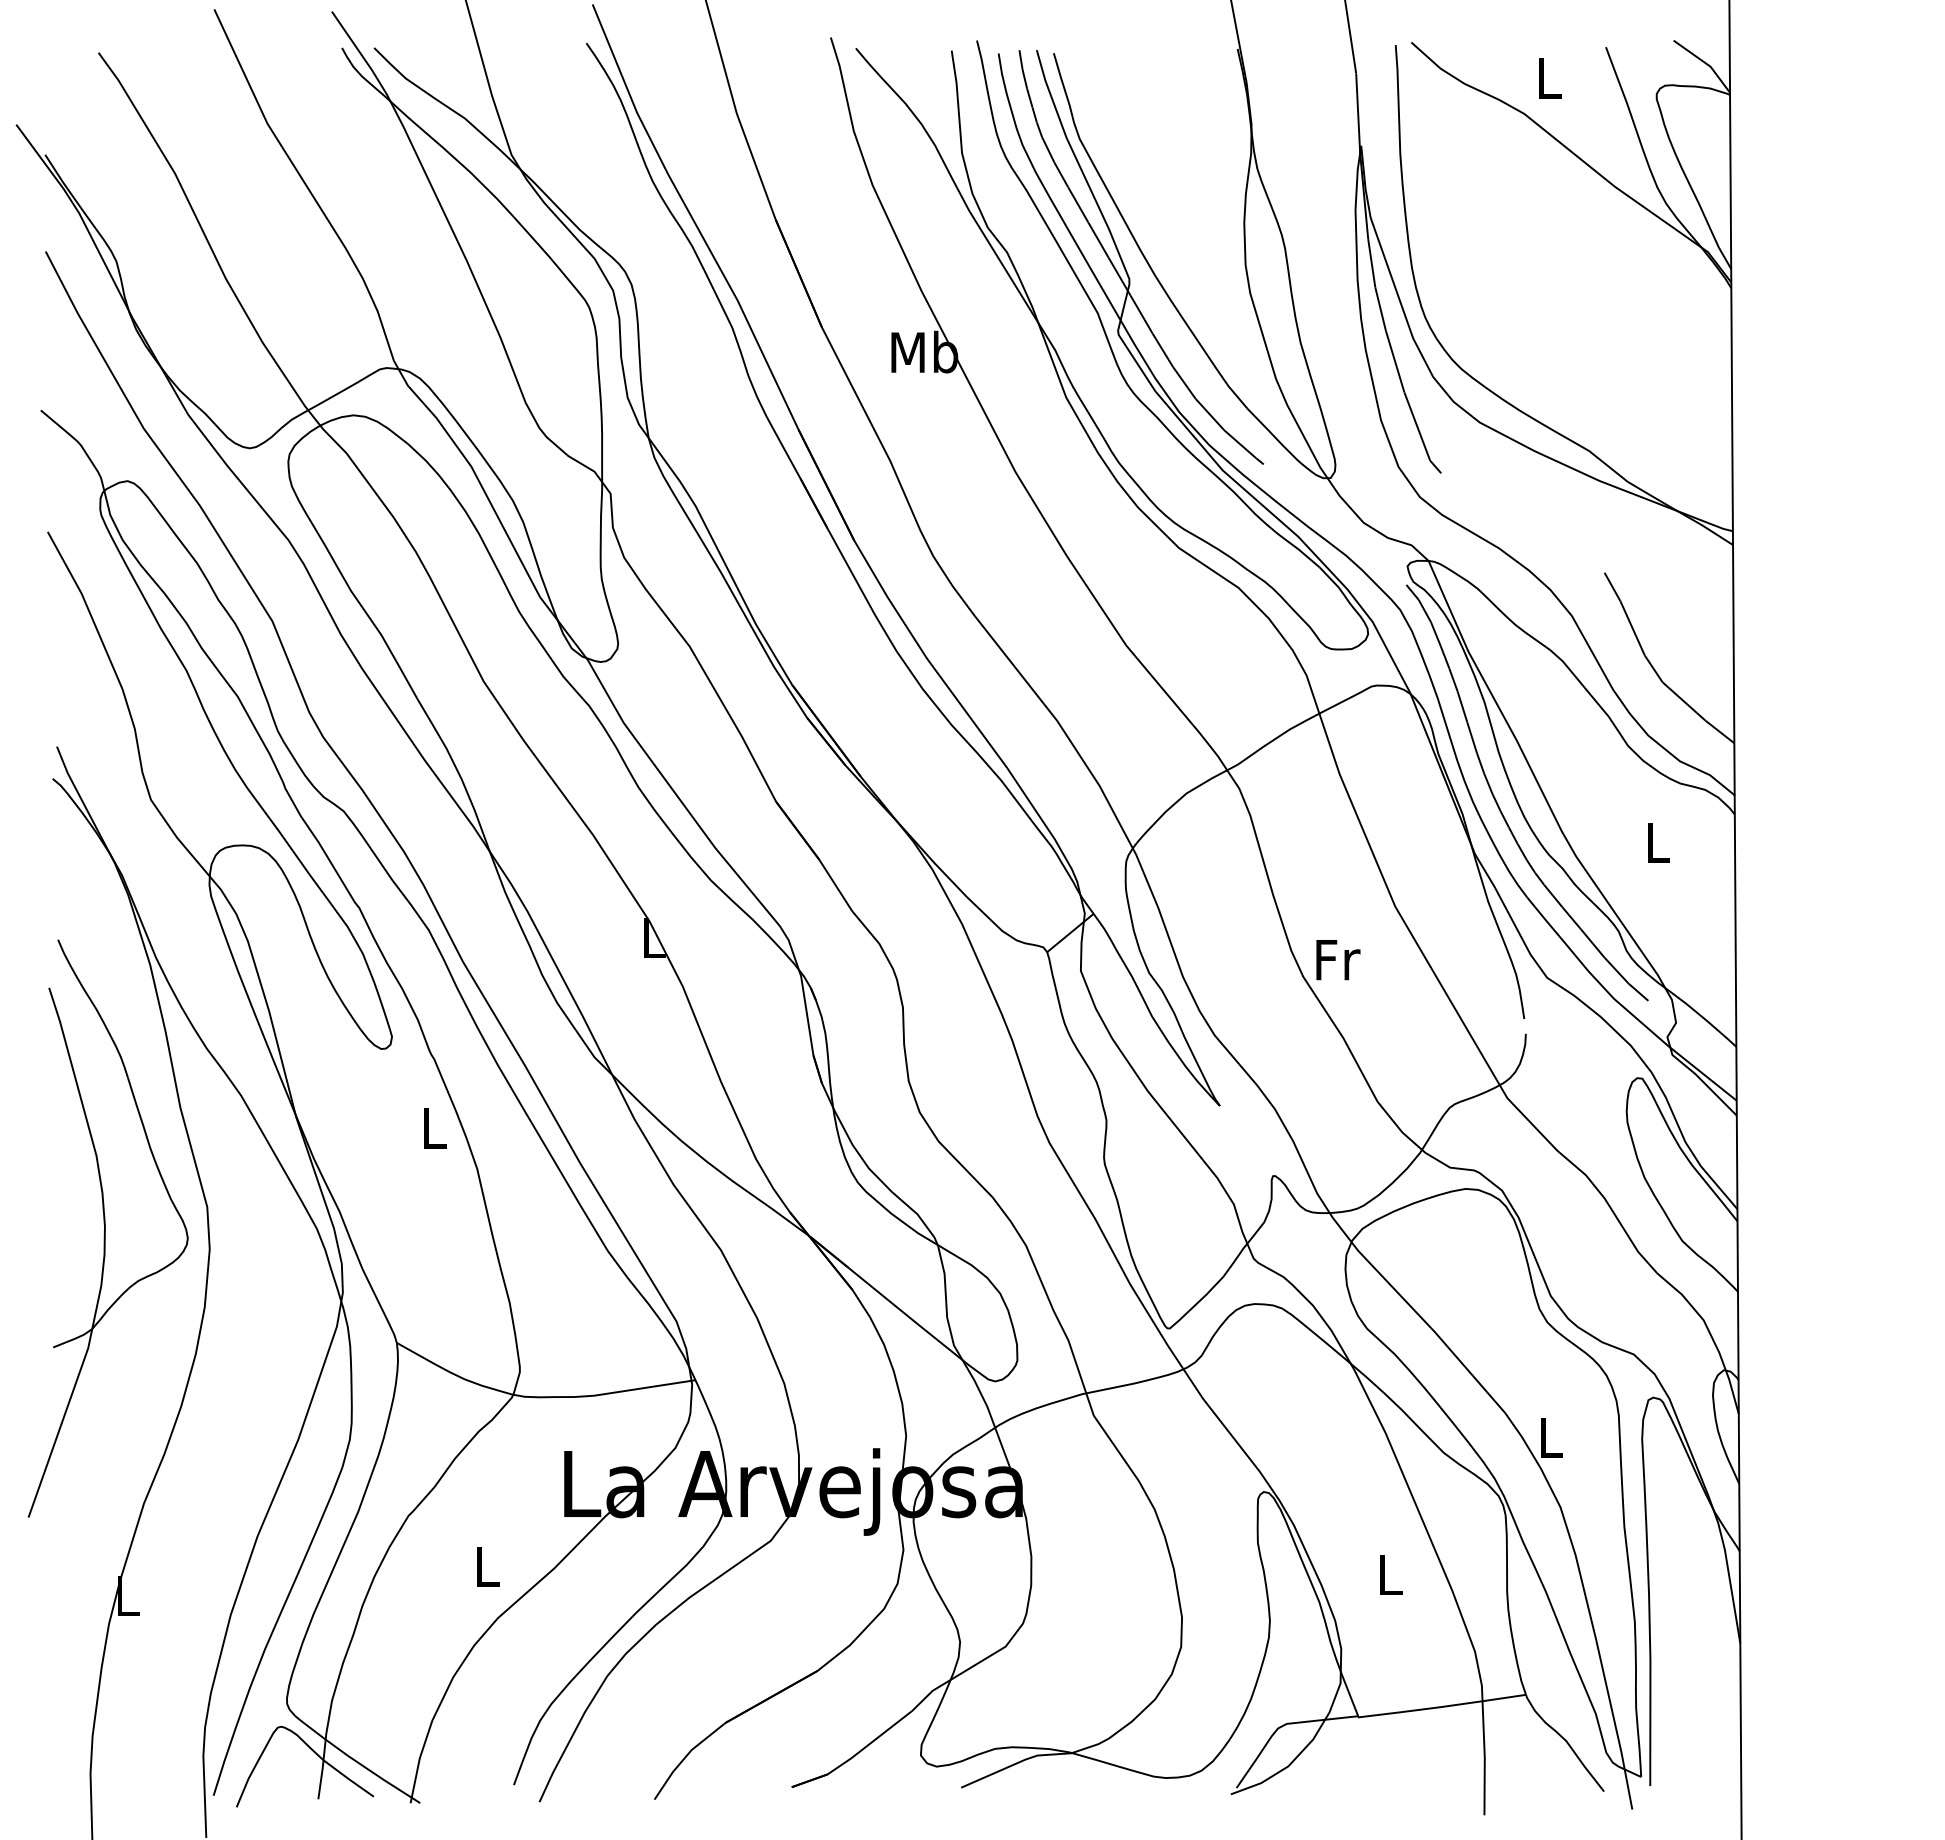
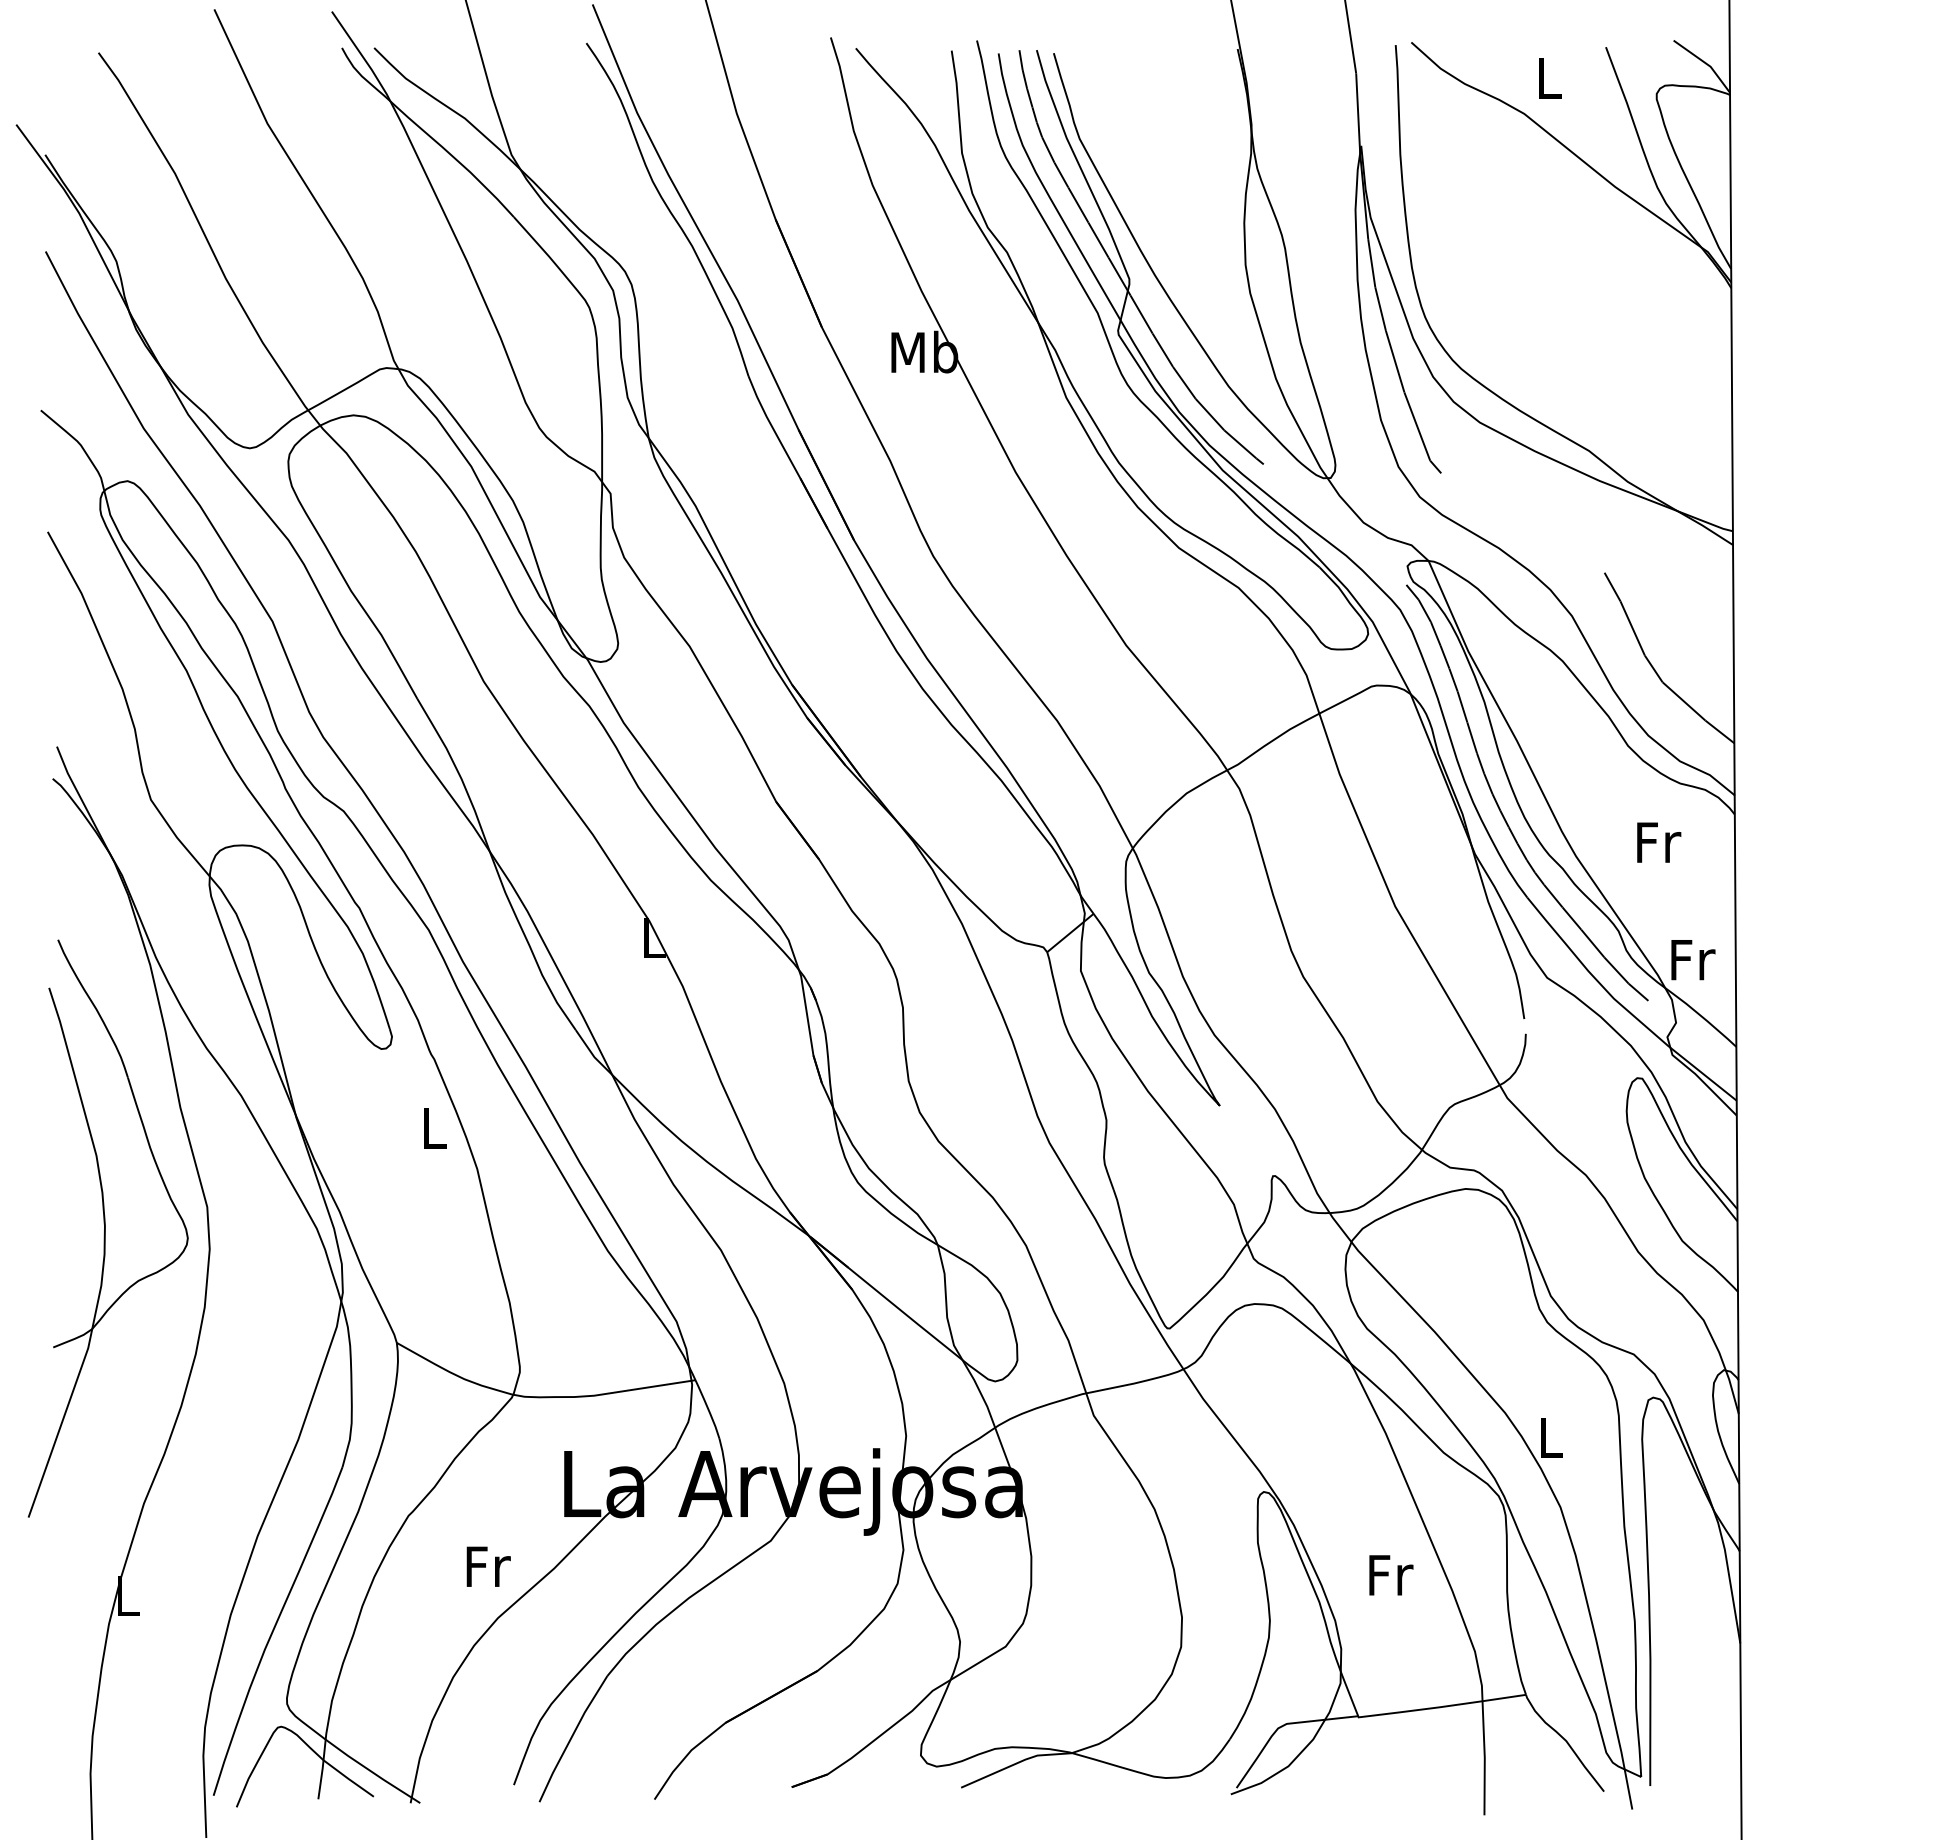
text at (1659, 842): L -> Fr
text at (1338, 960) position: (1338, 960) -> (1693, 960)
text at (488, 1566): L -> Fr
text at (1391, 1575): L -> Fr
